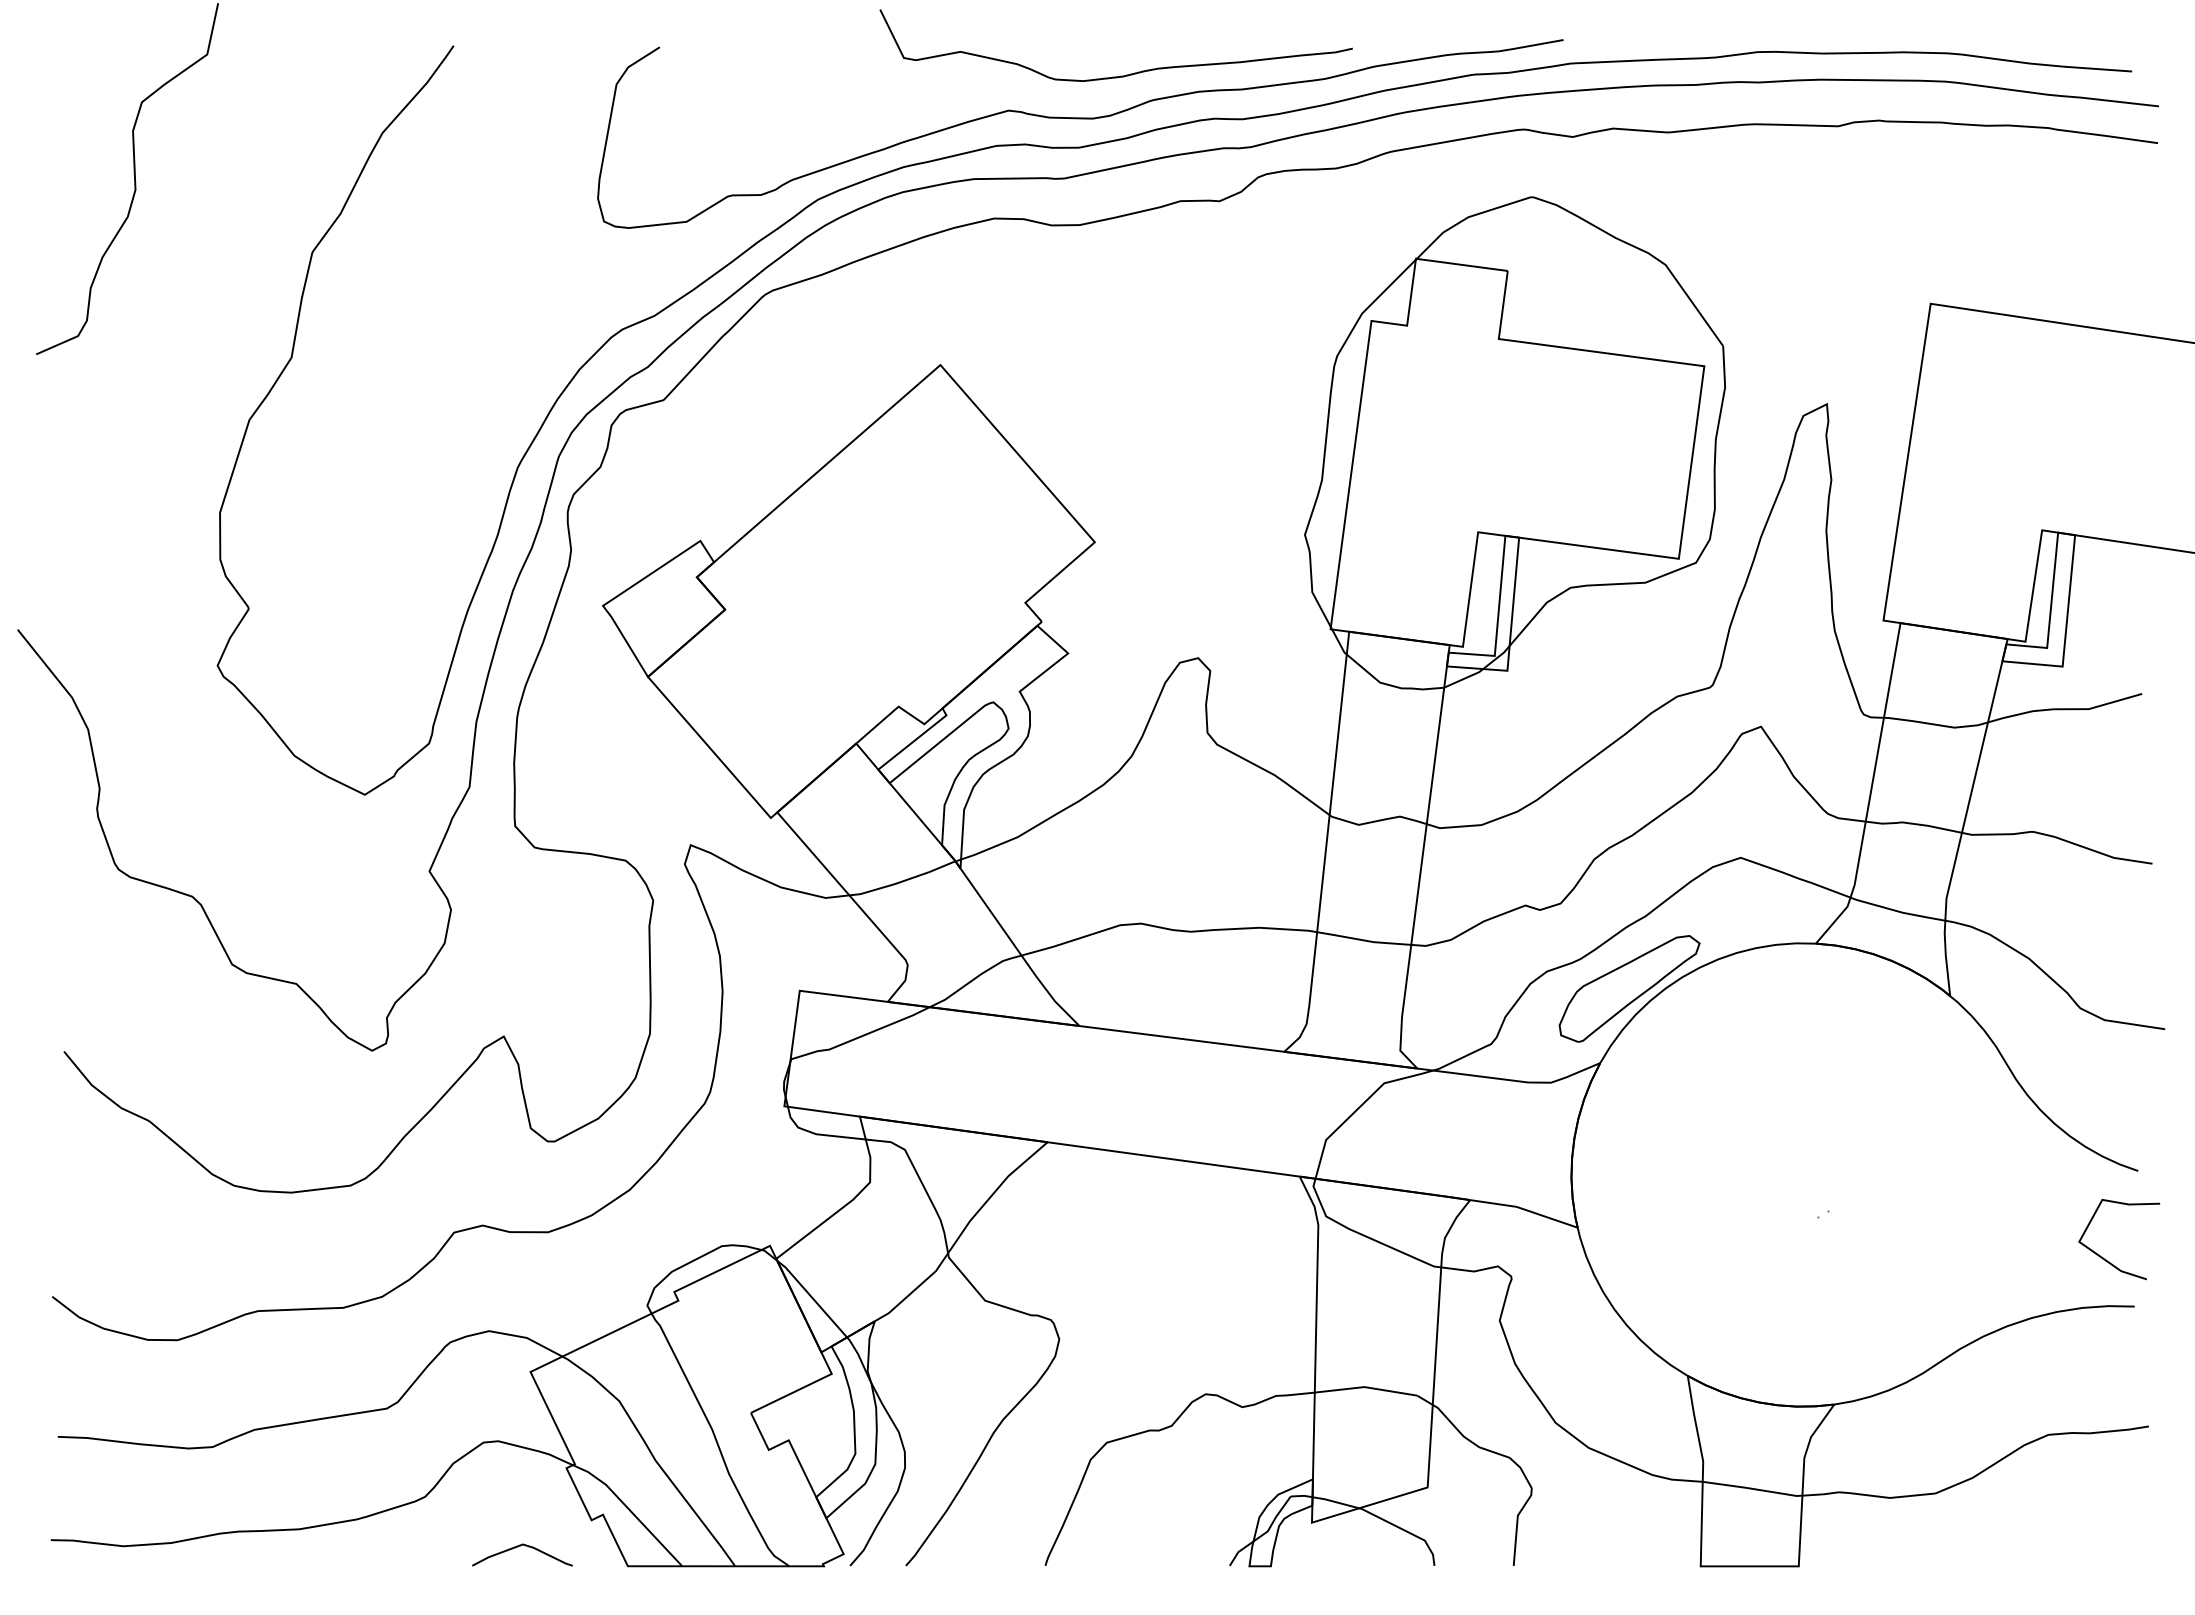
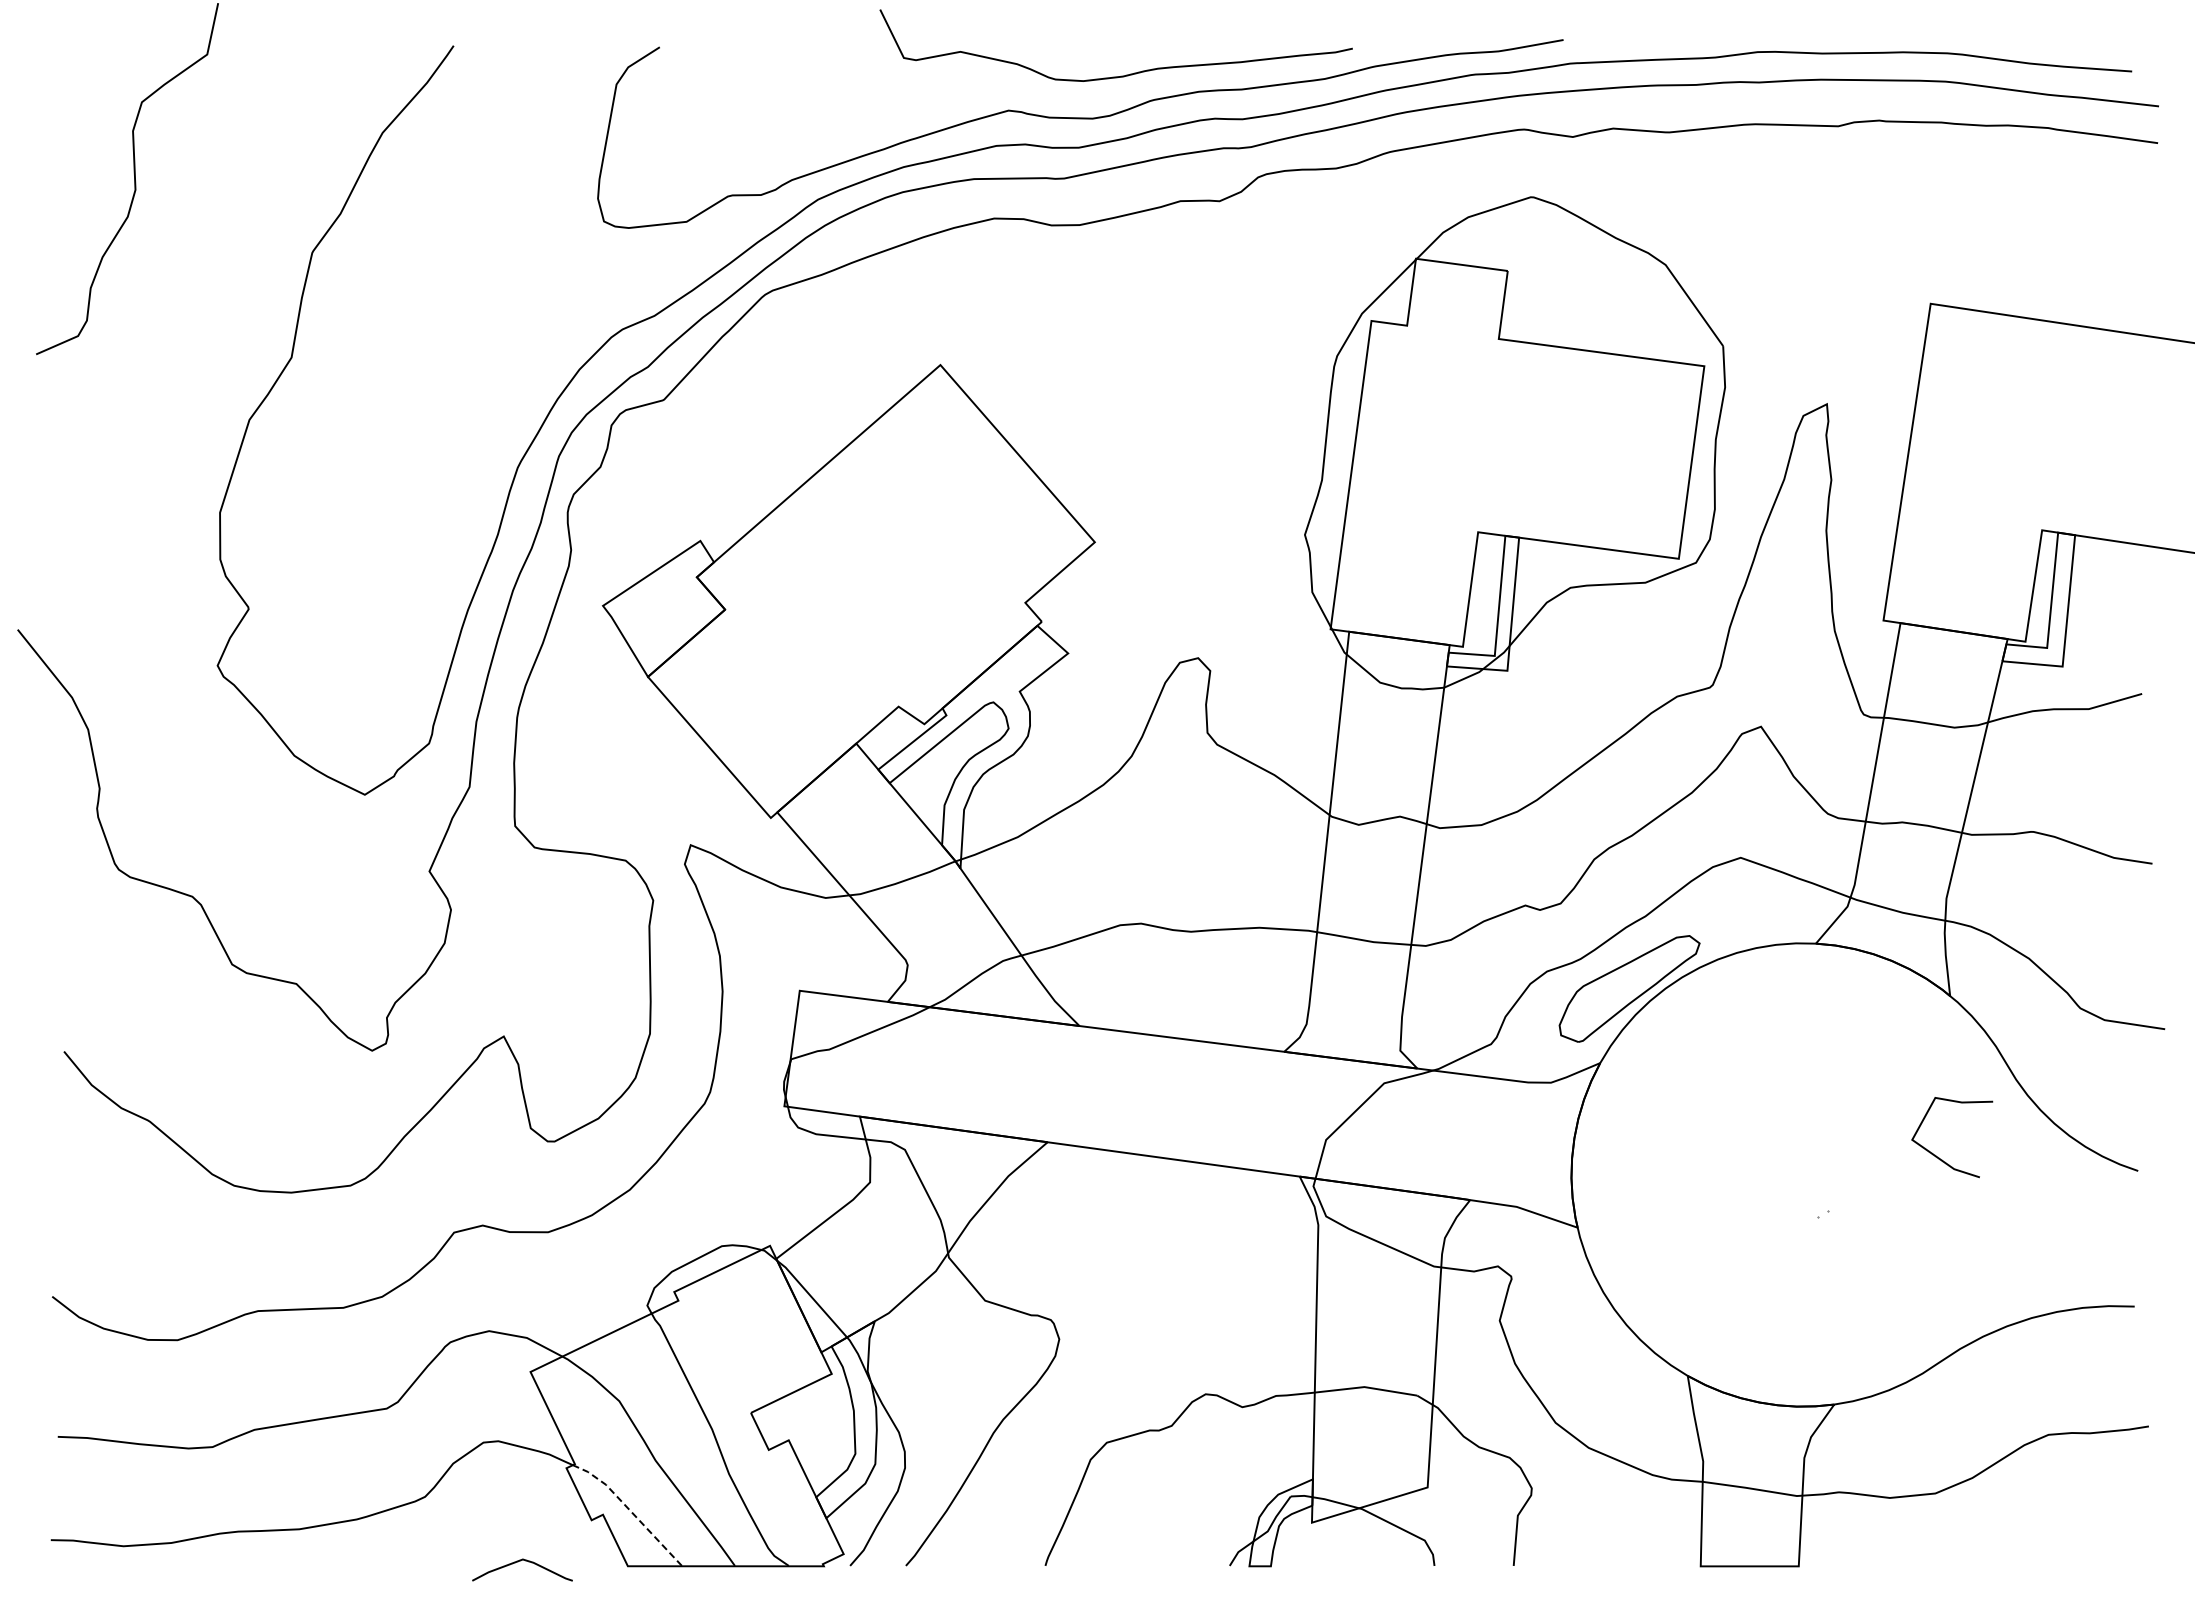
curve at (2106, 1259) position: (2106, 1259) -> (1939, 1157)
line at (629, 1510): solid -> dashed
curve at (518, 1547) position: (518, 1547) -> (518, 1562)
